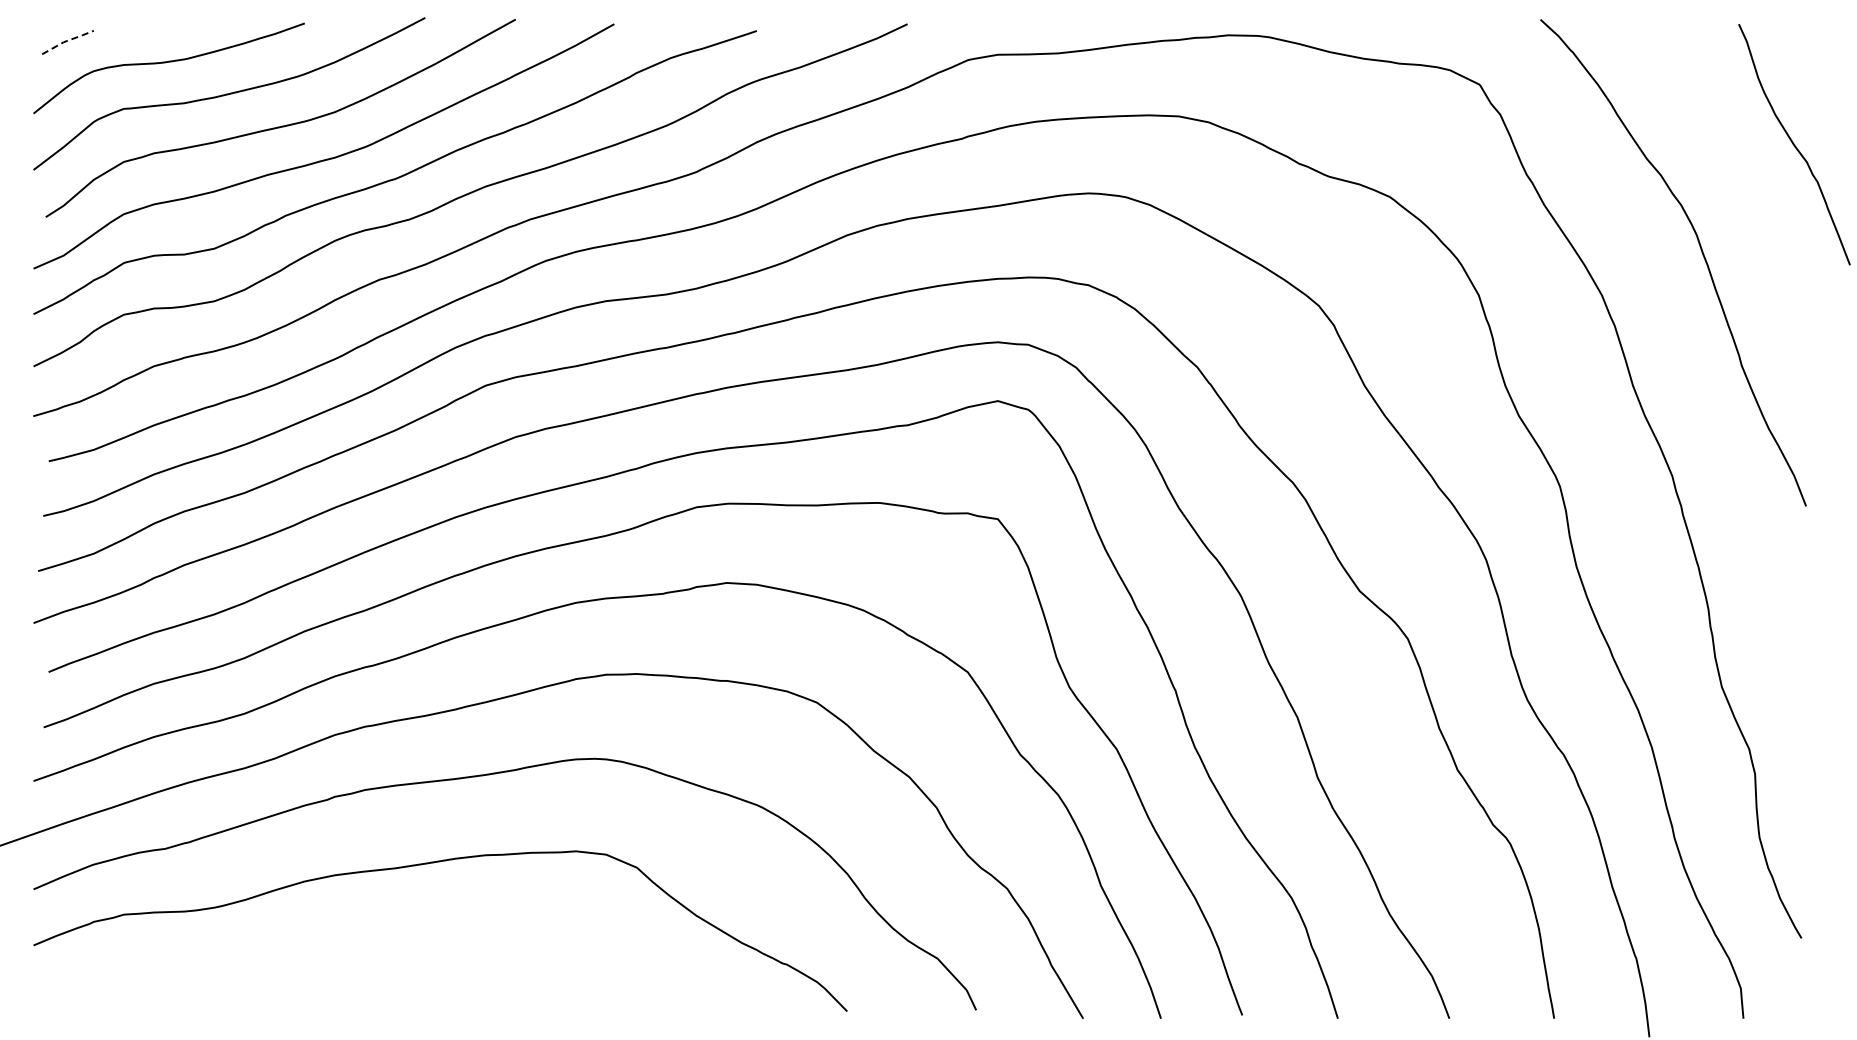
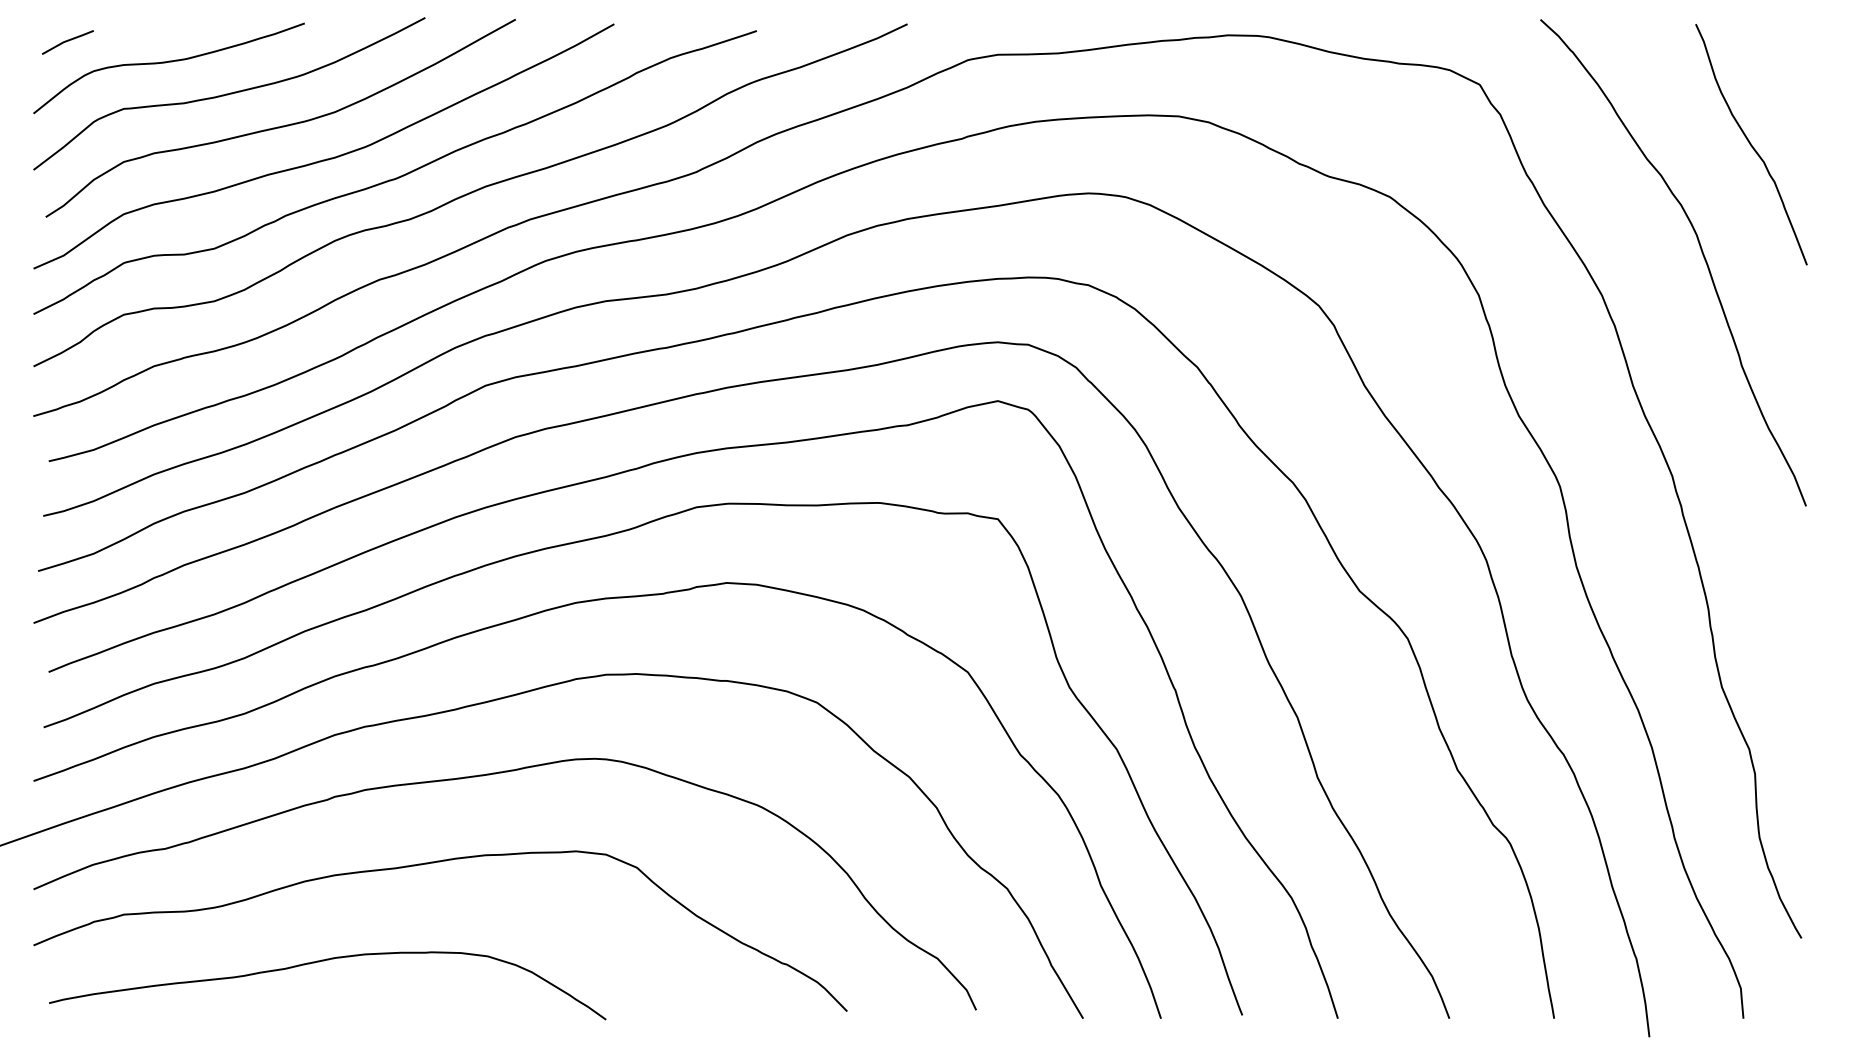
line at (67, 40): dashed -> solid
curve at (1794, 144) position: (1794, 144) -> (1751, 144)
curve at (324, 961): none -> present
